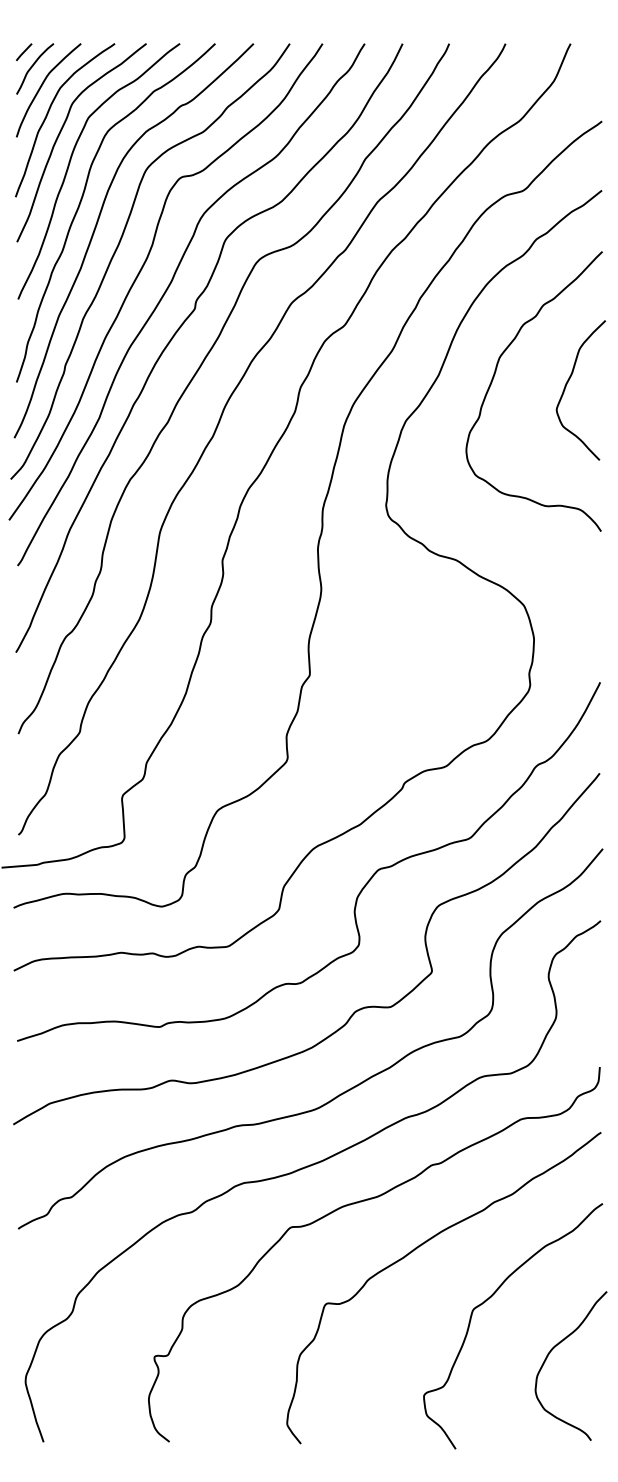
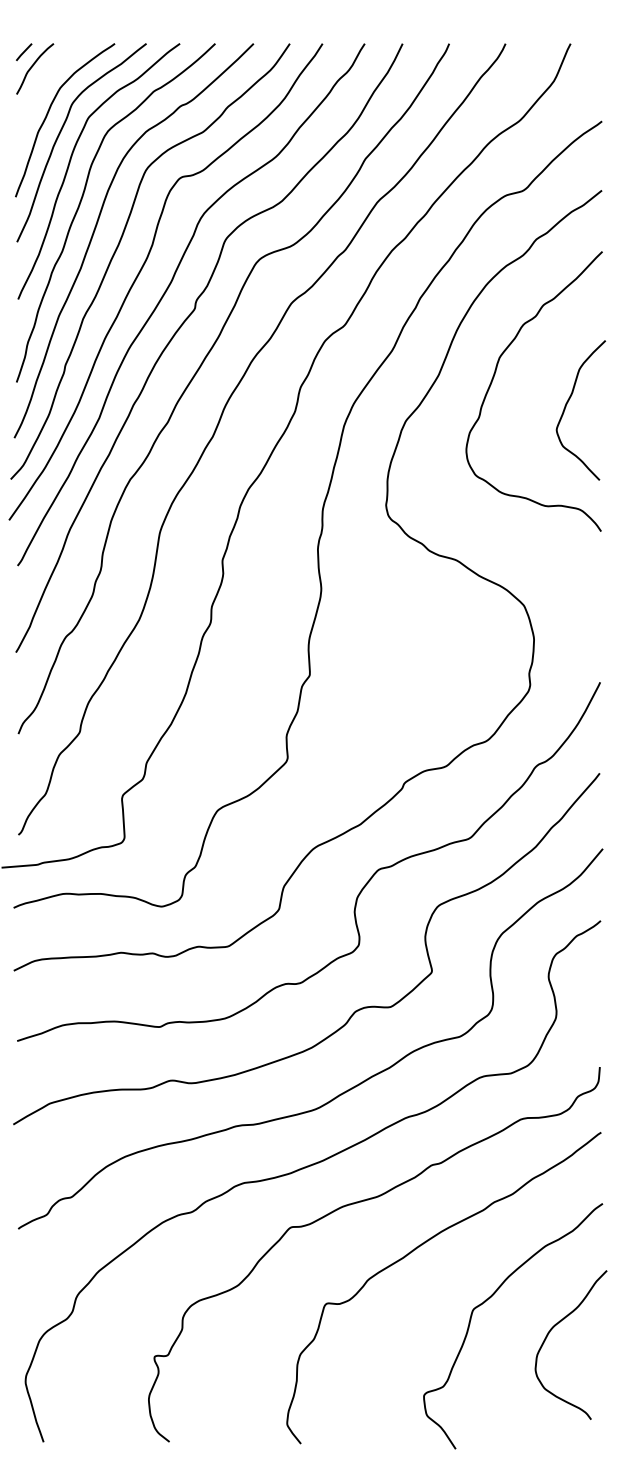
curve at (42, 86): present -> none
curve at (567, 384) position: (567, 384) -> (567, 404)
curve at (550, 1353) position: (550, 1353) -> (550, 1332)
